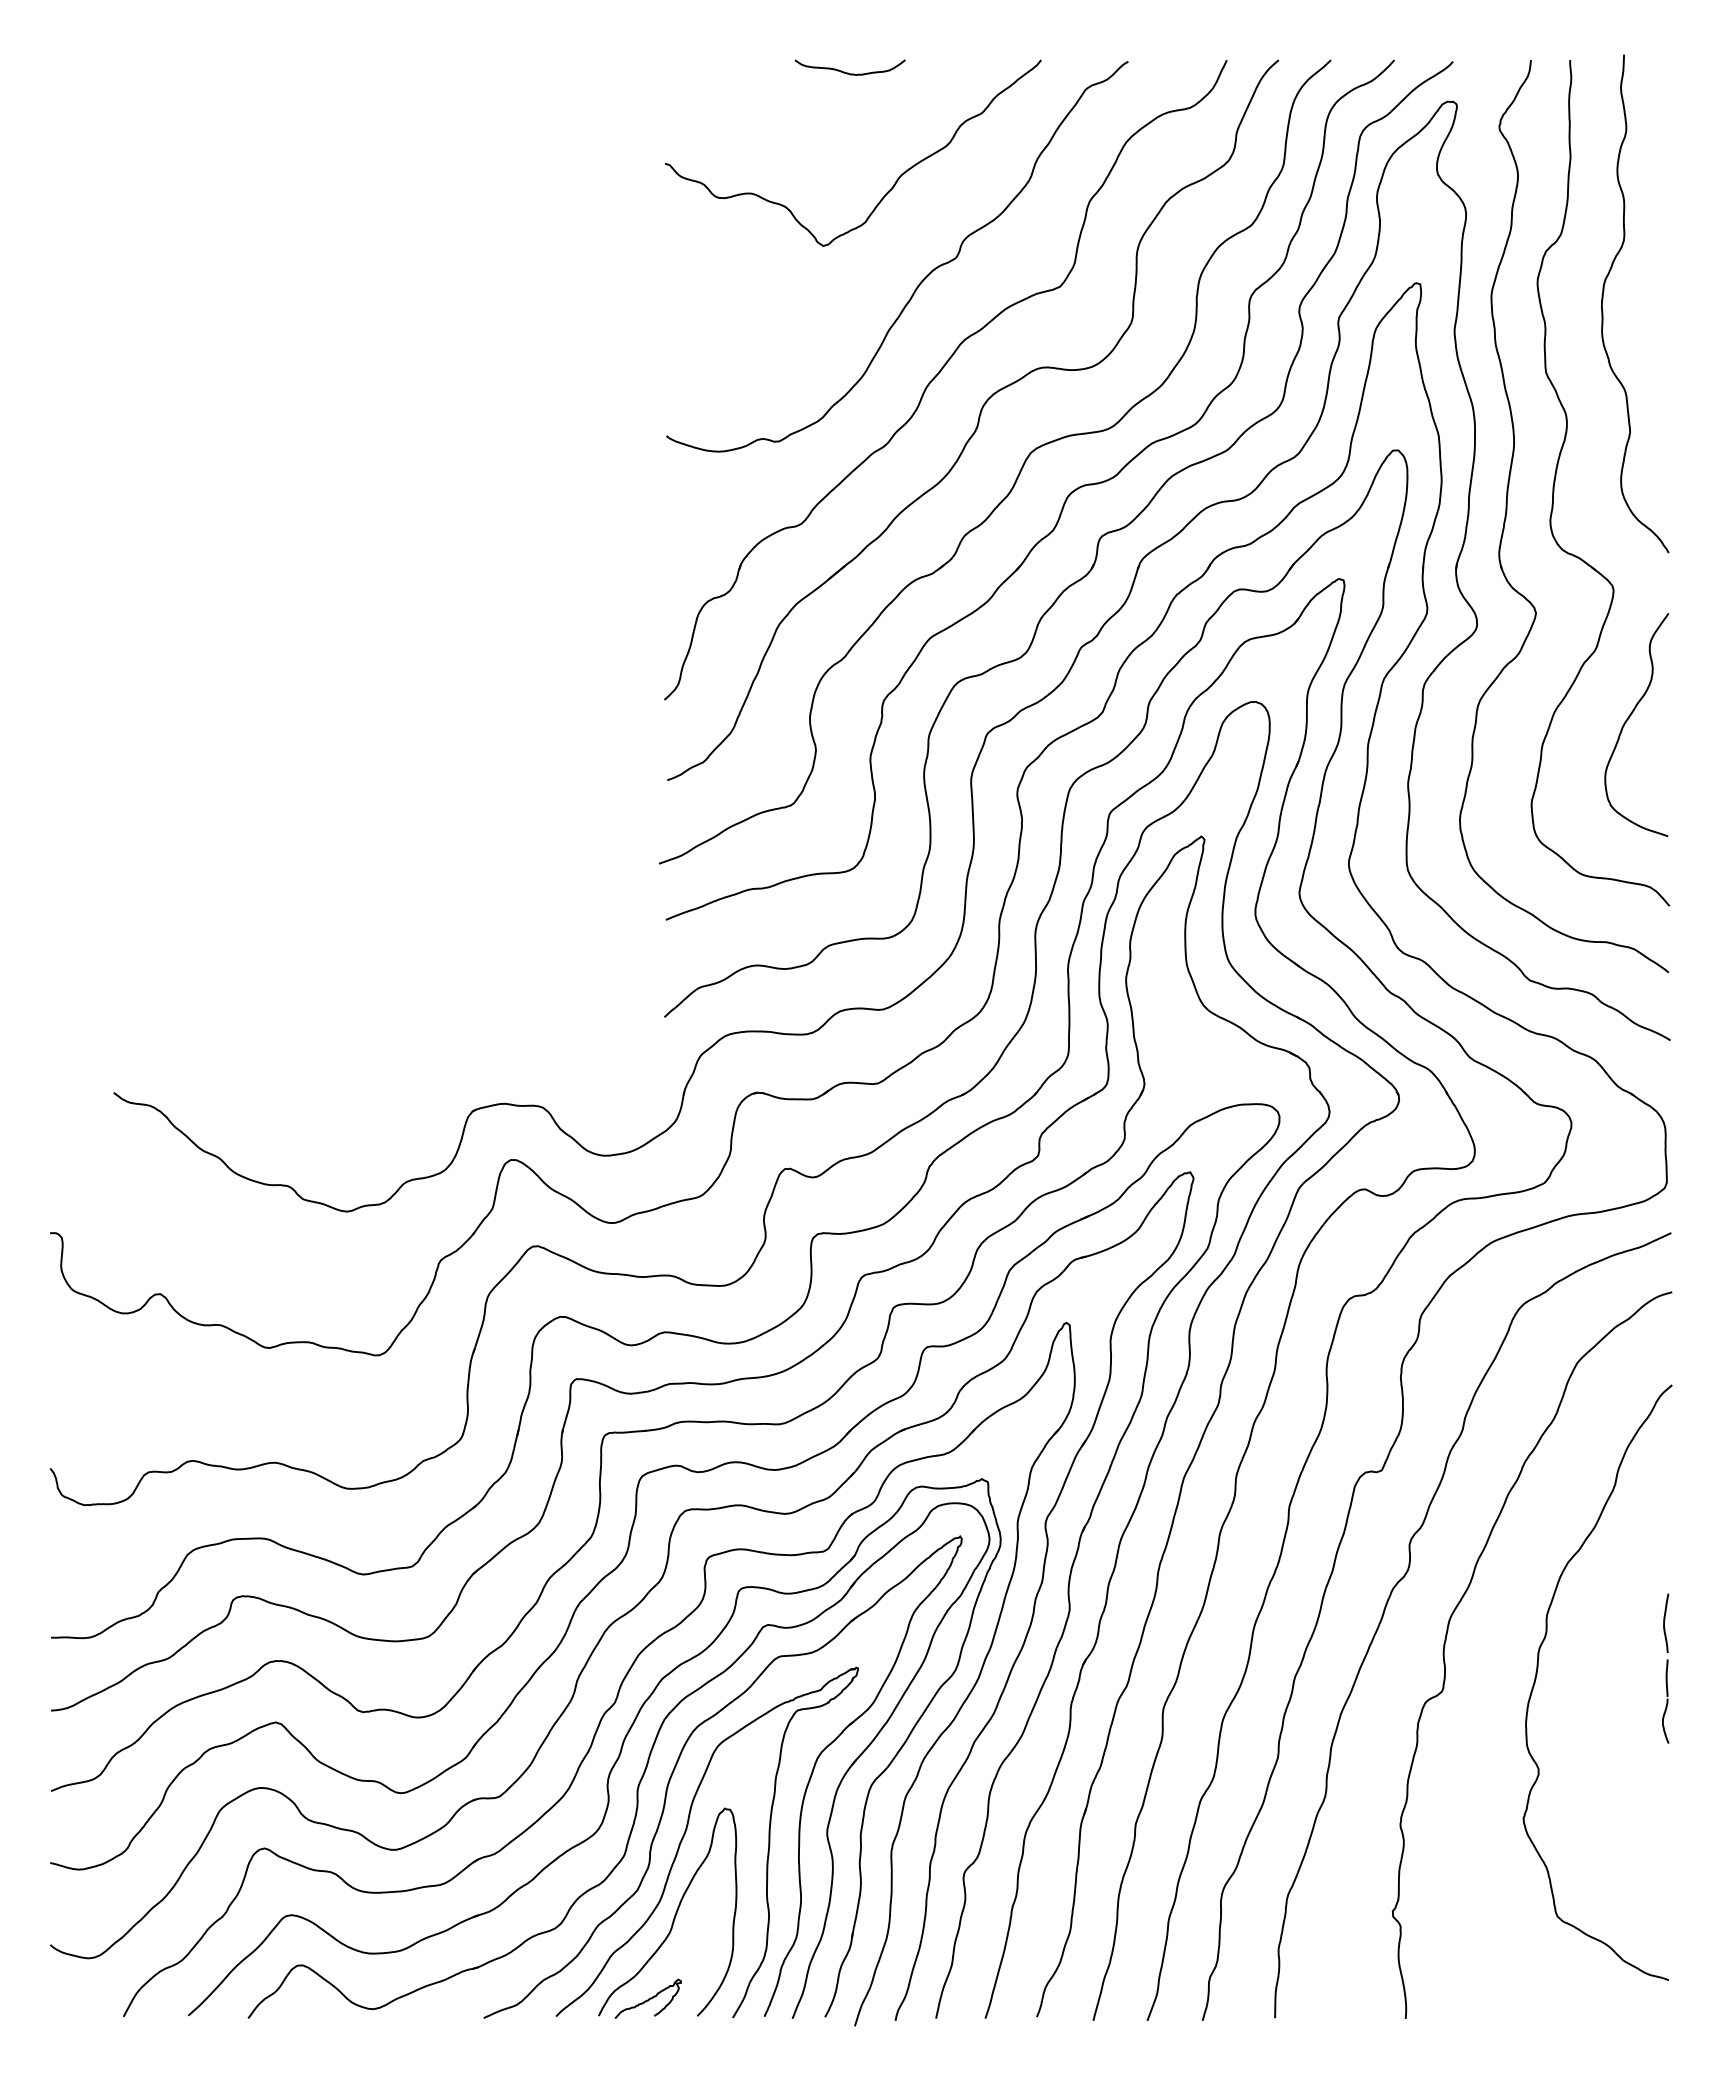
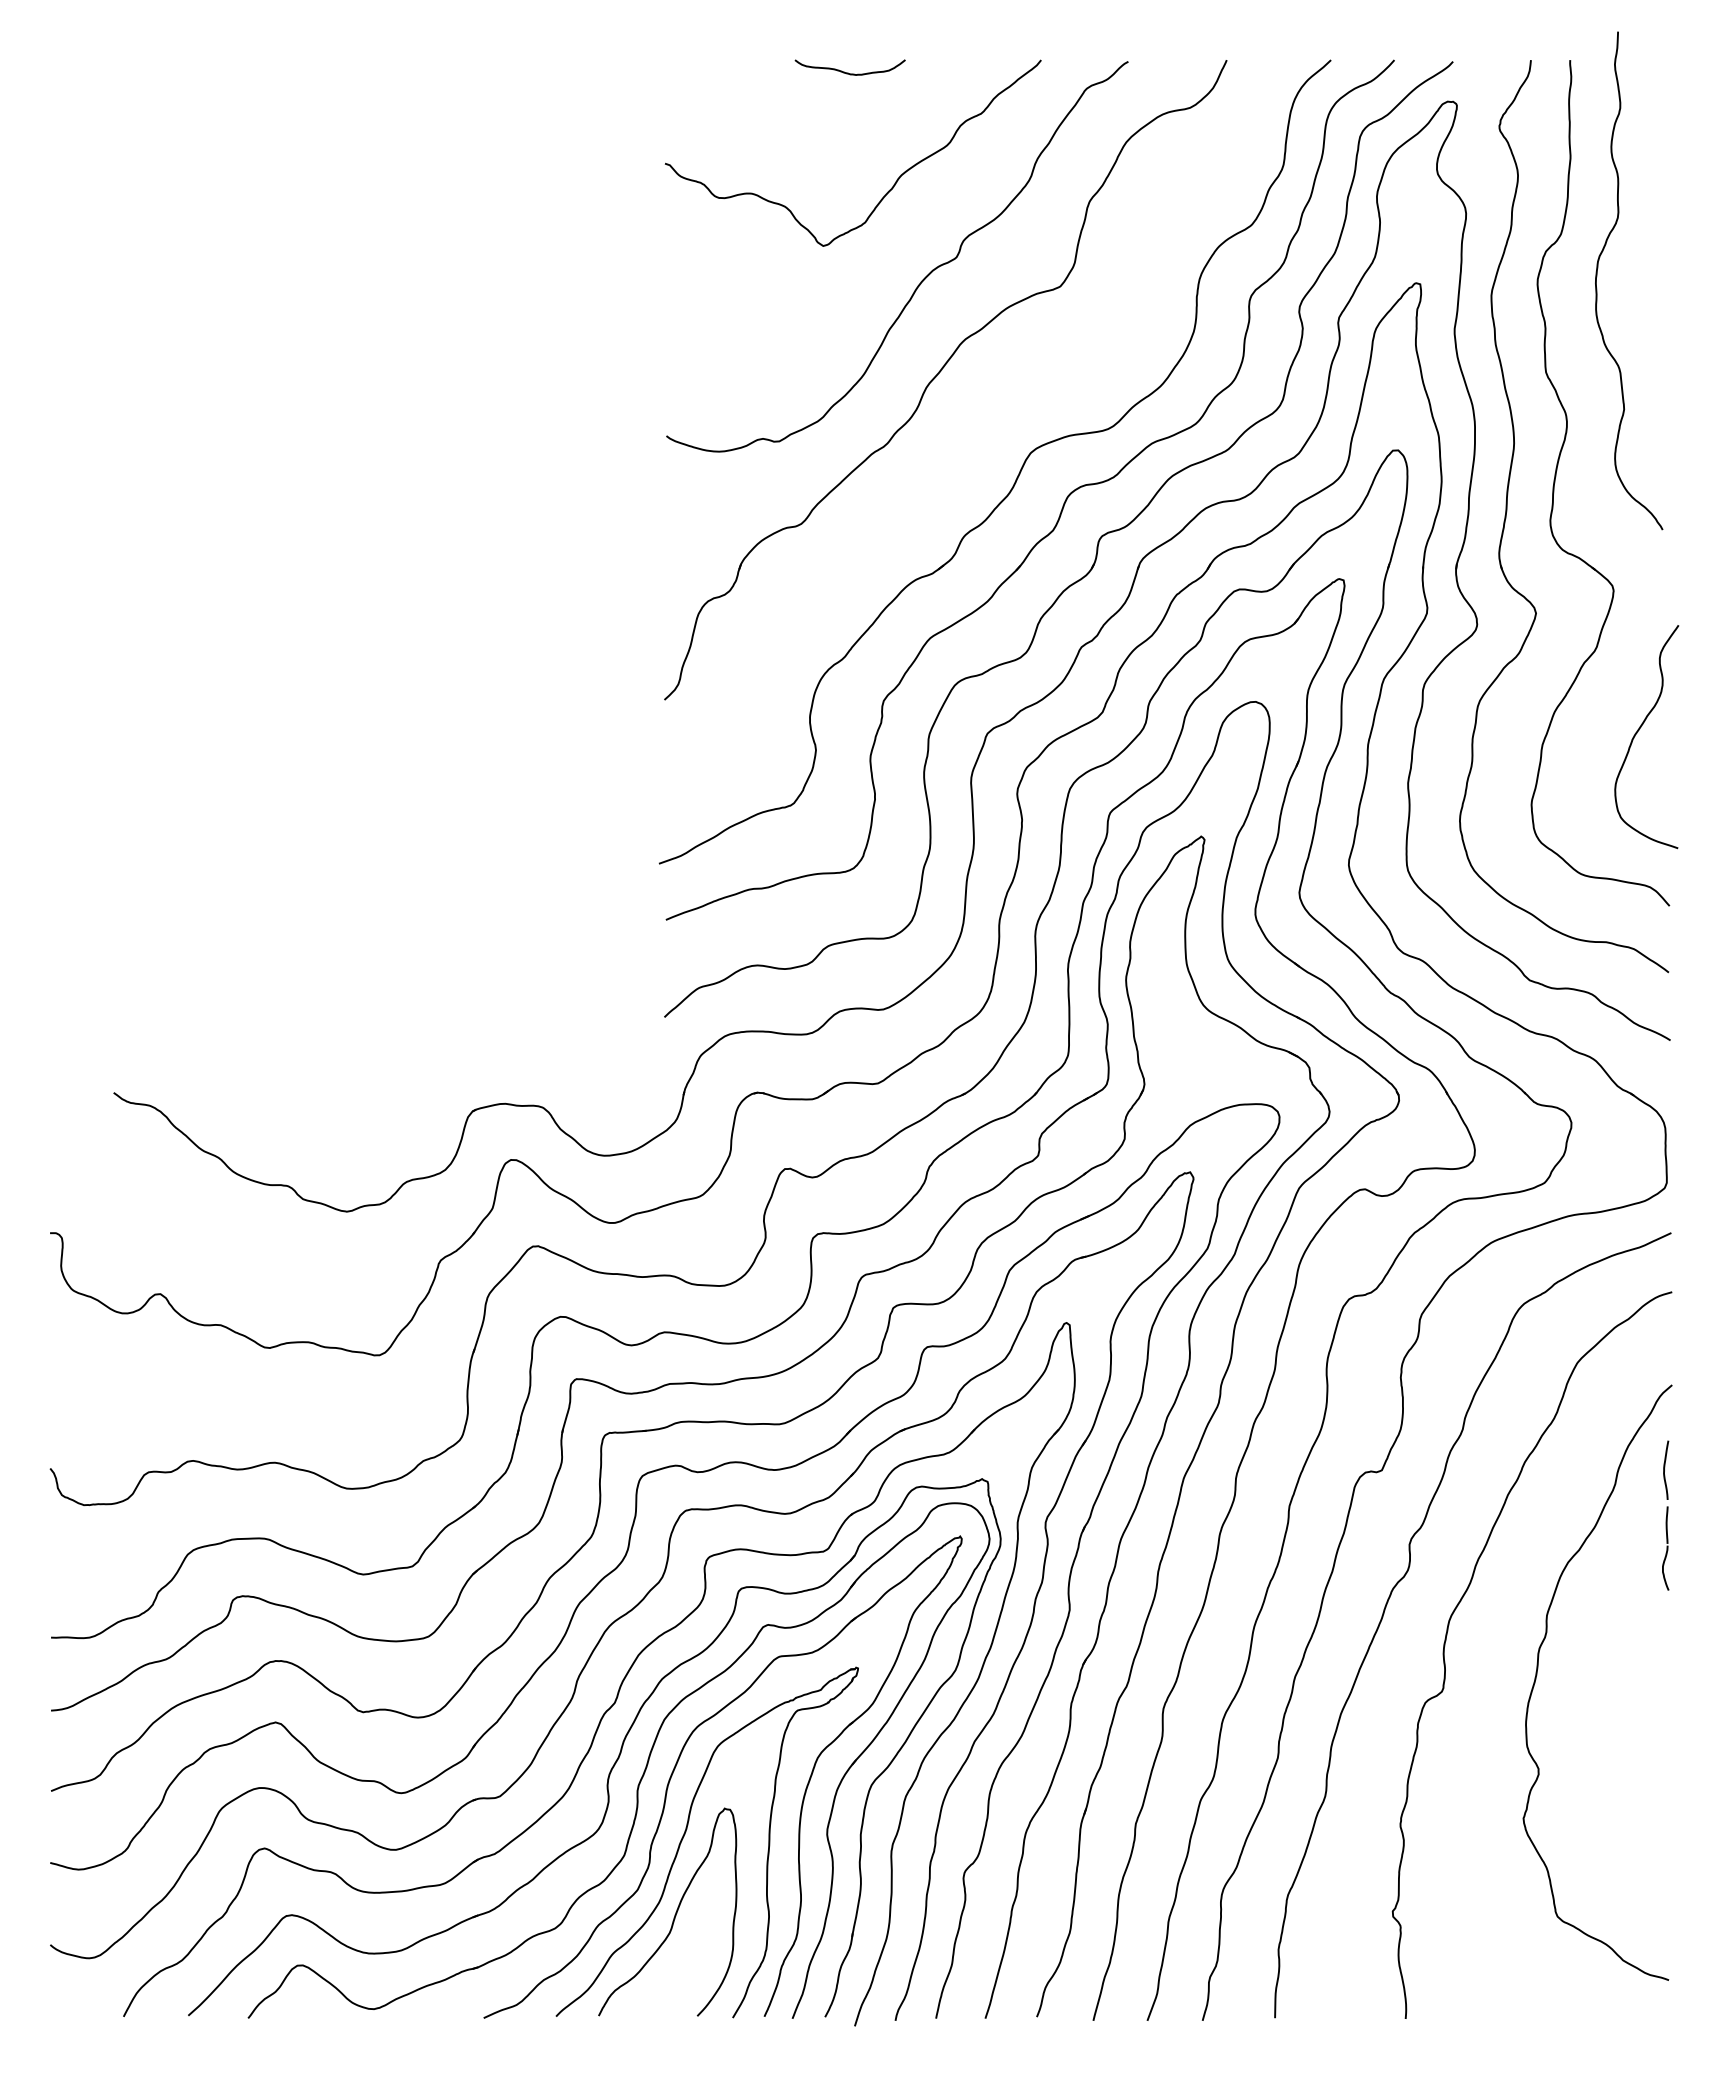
curve at (1603, 299) position: (1603, 299) -> (1597, 276)
part at (973, 419): present -> none
curve at (1627, 721) position: (1627, 721) -> (1637, 733)
part at (1665, 1668) position: (1665, 1668) -> (1665, 1515)
curve at (648, 1998): present -> none
